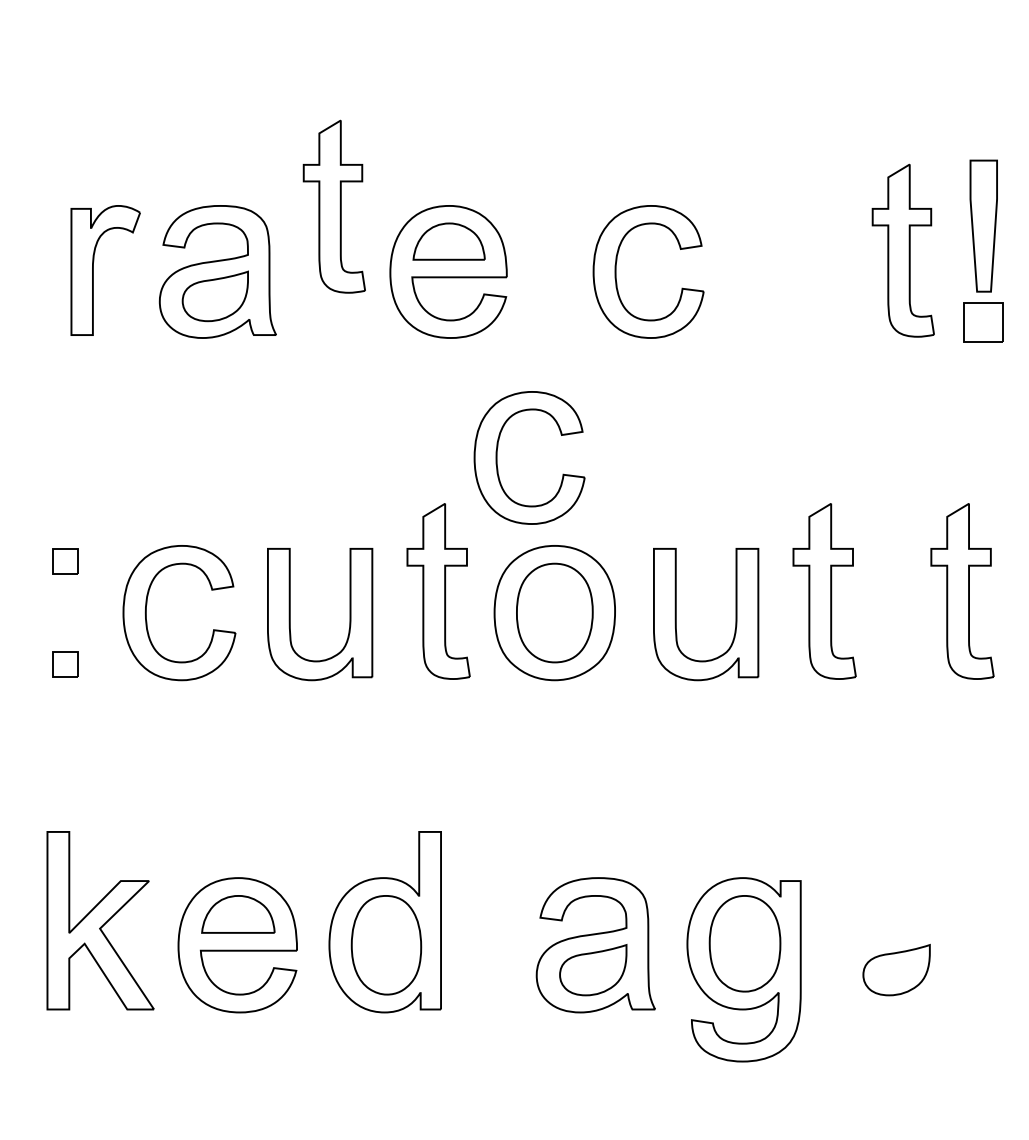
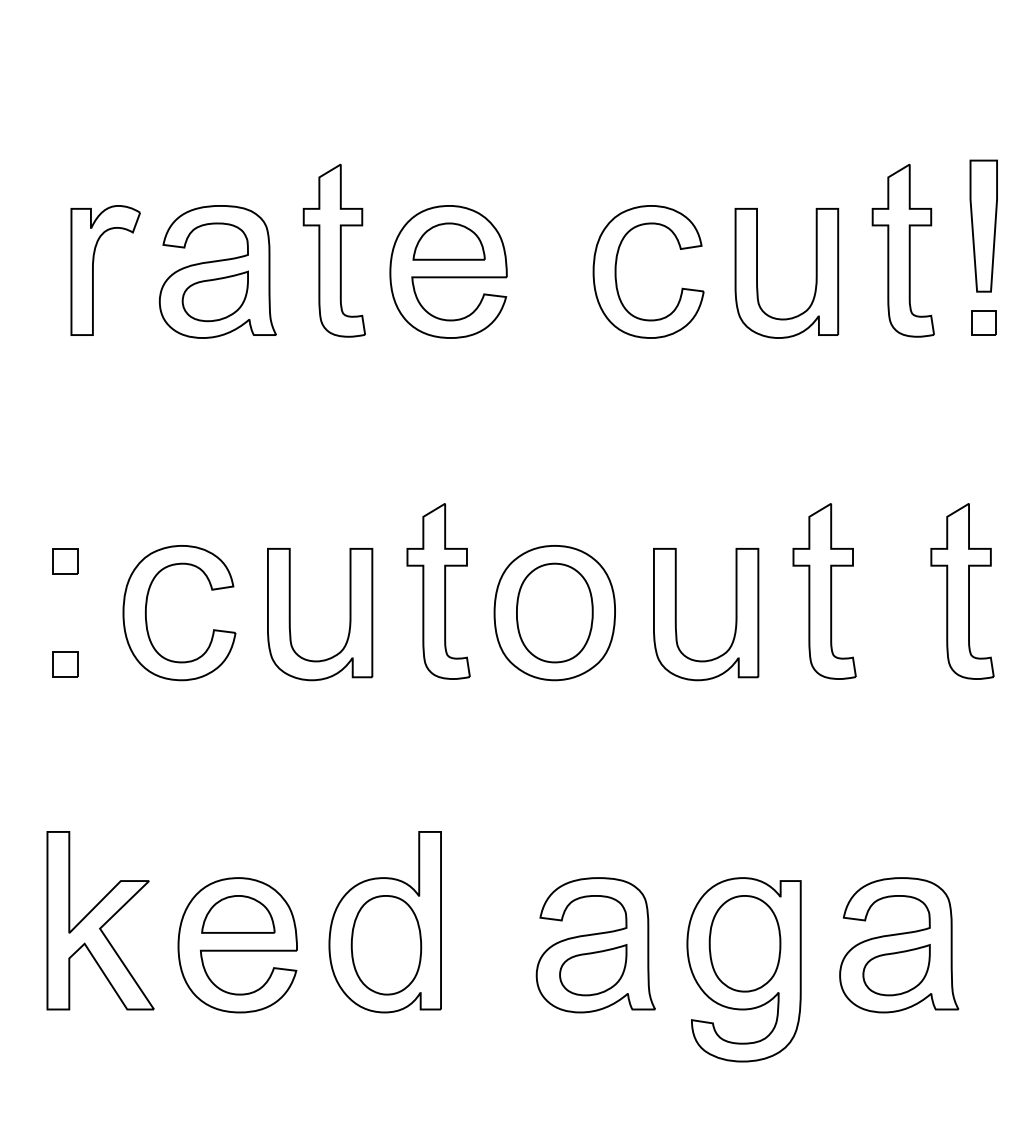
part at (333, 206) position: (333, 206) -> (333, 250)
part at (757, 273): none -> present
part at (983, 322) size: 41x41 px -> 26x26 px
part at (497, 457): present -> none
part at (899, 945): none -> present
